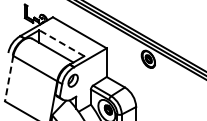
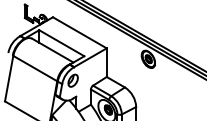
line at (61, 42): dashed -> solid
line at (9, 79): dashed -> solid
